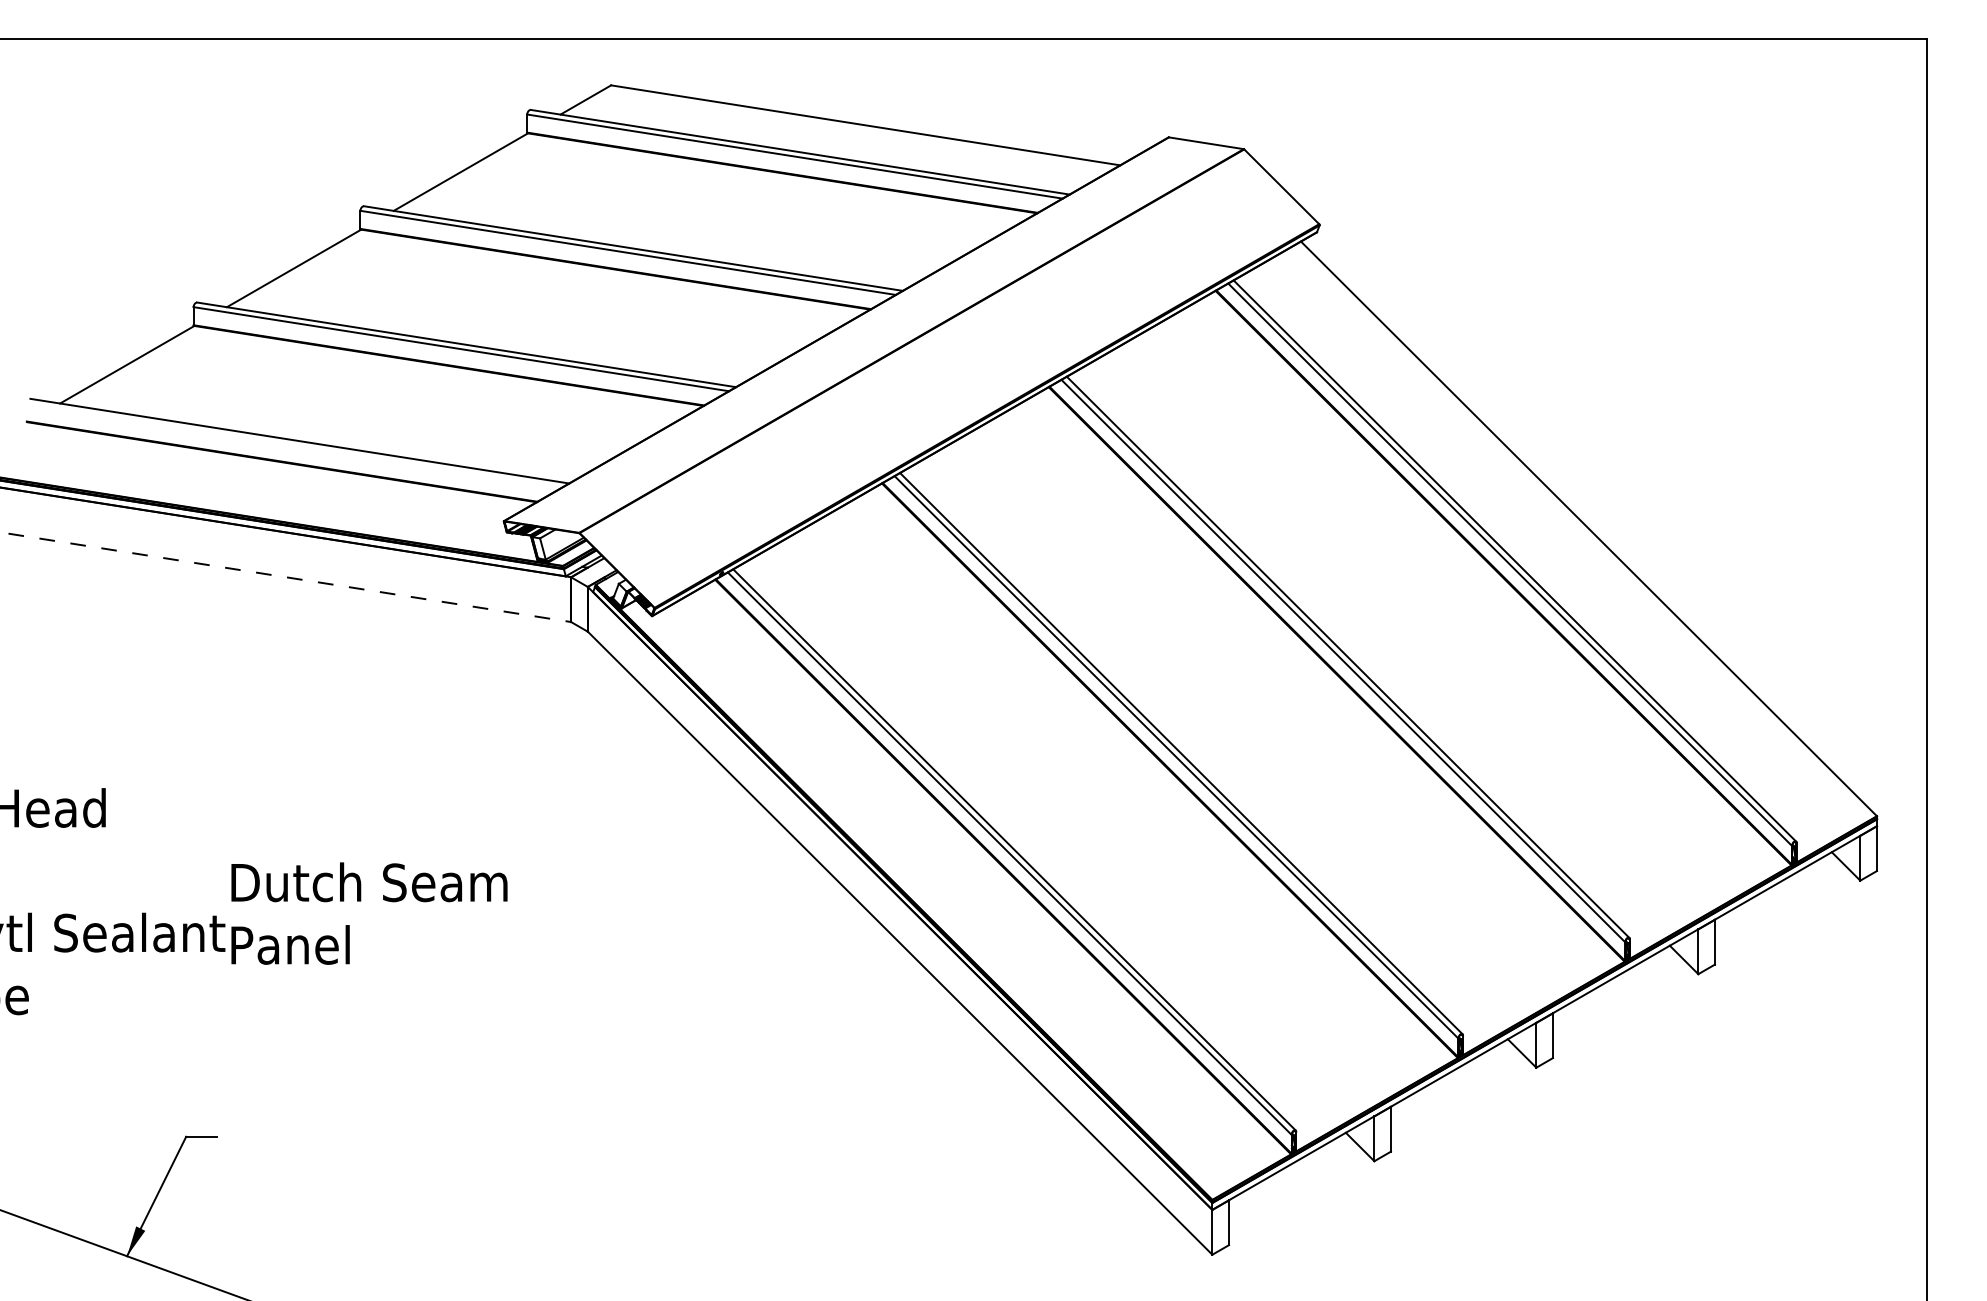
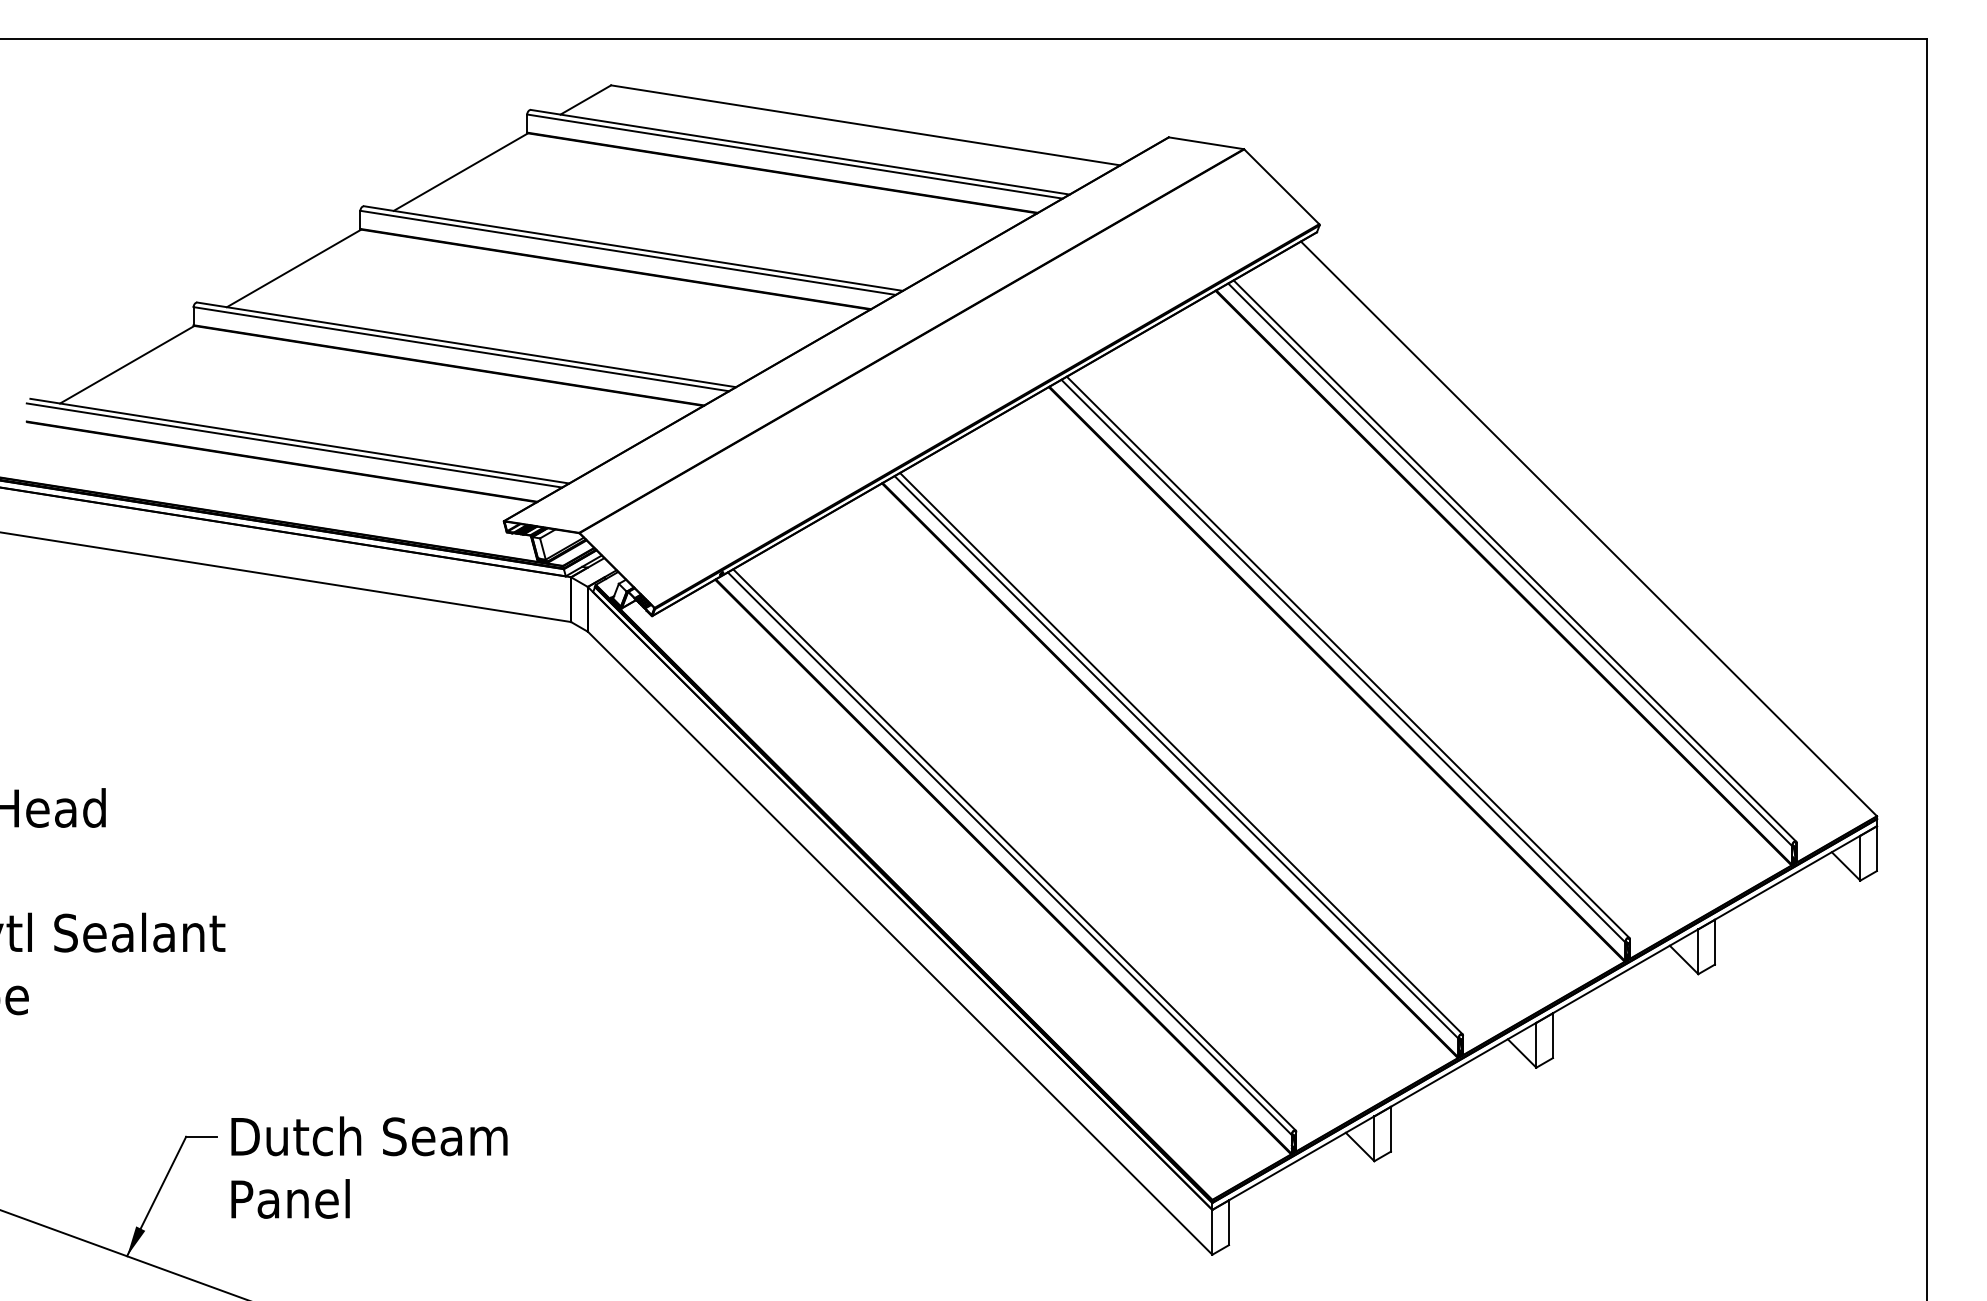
line at (294, 445): none -> present
line at (285, 577): dashed -> solid
text at (369, 913) position: (369, 913) -> (369, 1167)
